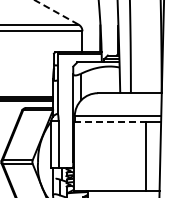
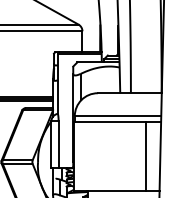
line at (56, 12): dashed -> solid
line at (110, 122): dashed -> solid
